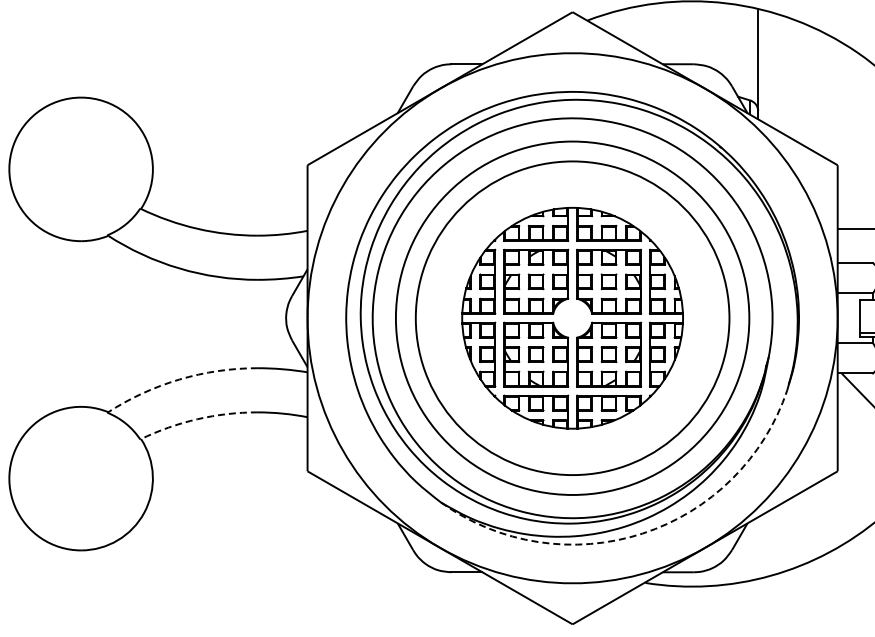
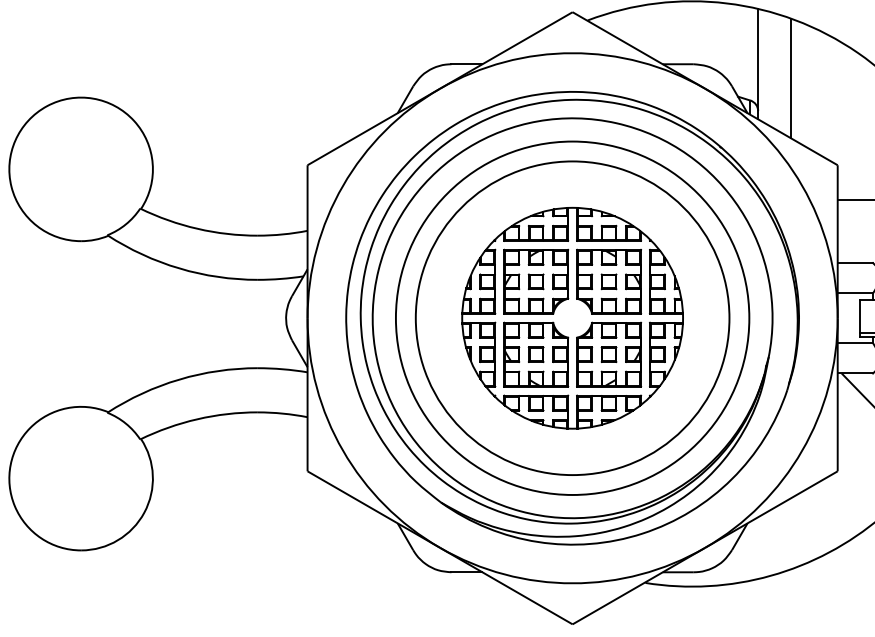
line at (791, 78): none -> present
line at (854, 229) position: (854, 229) -> (854, 200)
arc at (179, 379): dashed -> solid
arc at (197, 419): dashed -> solid
arc at (642, 533): dashed -> solid
